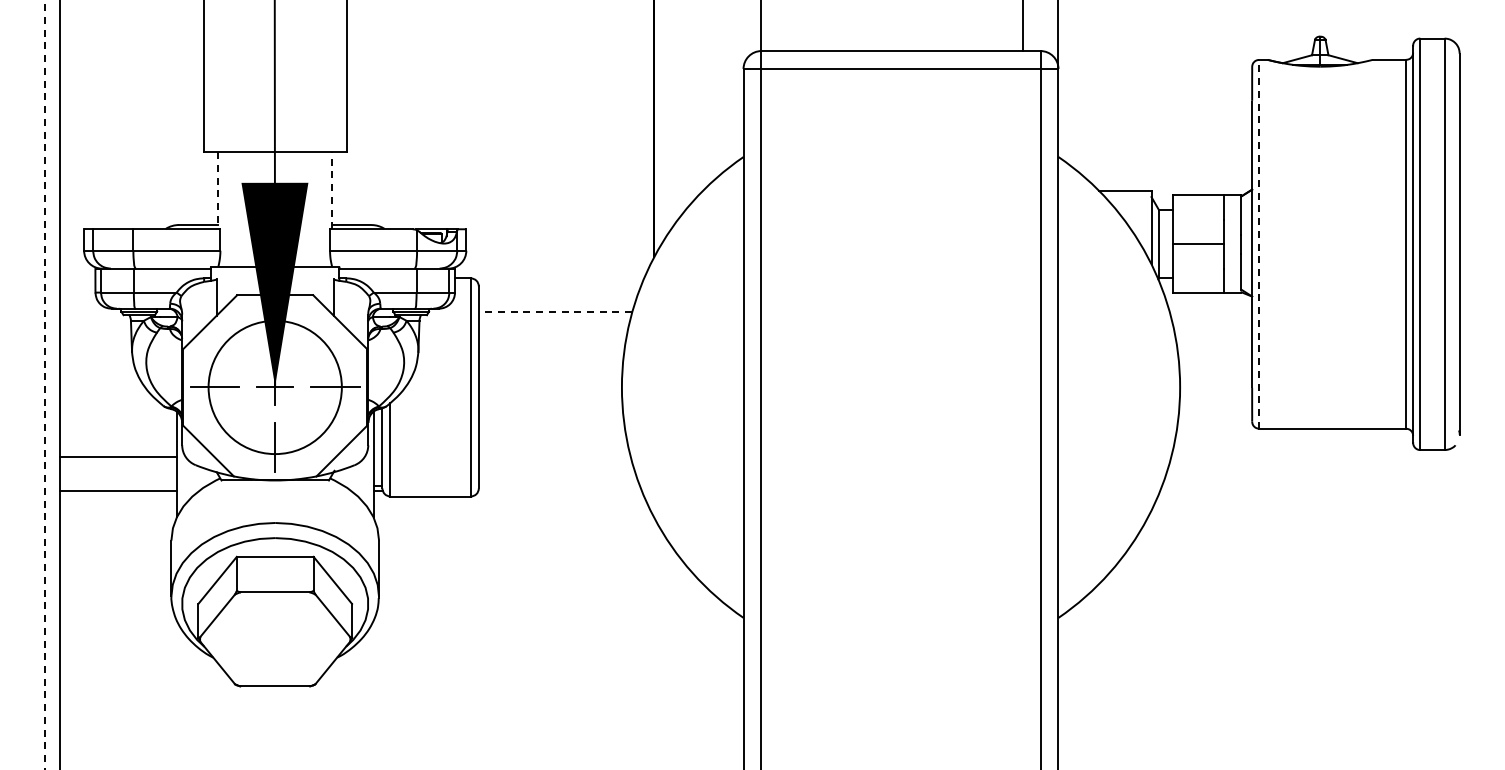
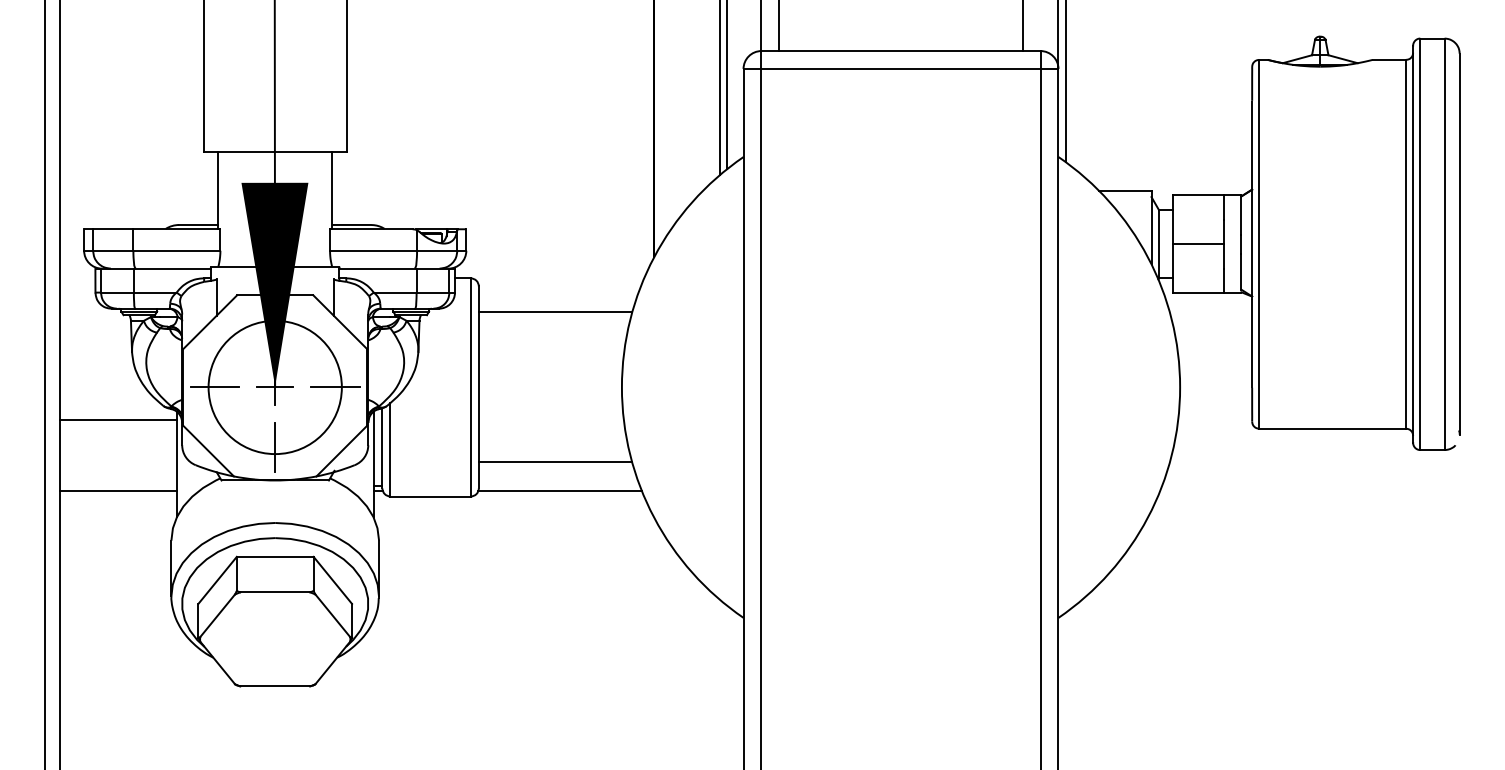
line at (779, 26): none -> present
line at (1065, 82): none -> present
line at (727, 85): none -> present
line at (720, 88): none -> present
line at (217, 190): dashed -> solid
line at (332, 190): dashed -> solid
line at (1259, 243): dashed -> solid
line at (555, 312): dashed -> solid
line at (45, 385): dashed -> solid
line at (118, 456) position: (118, 456) -> (118, 419)
line at (555, 462): none -> present
line at (559, 491): none -> present
